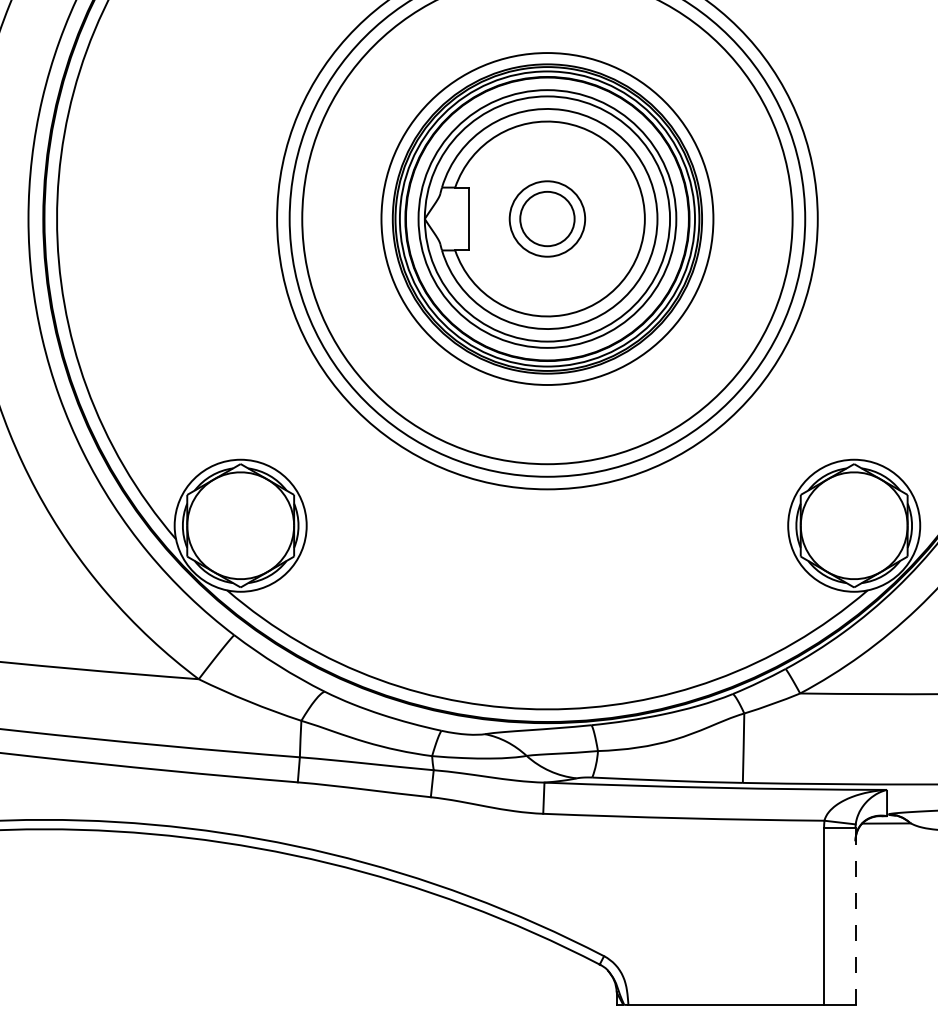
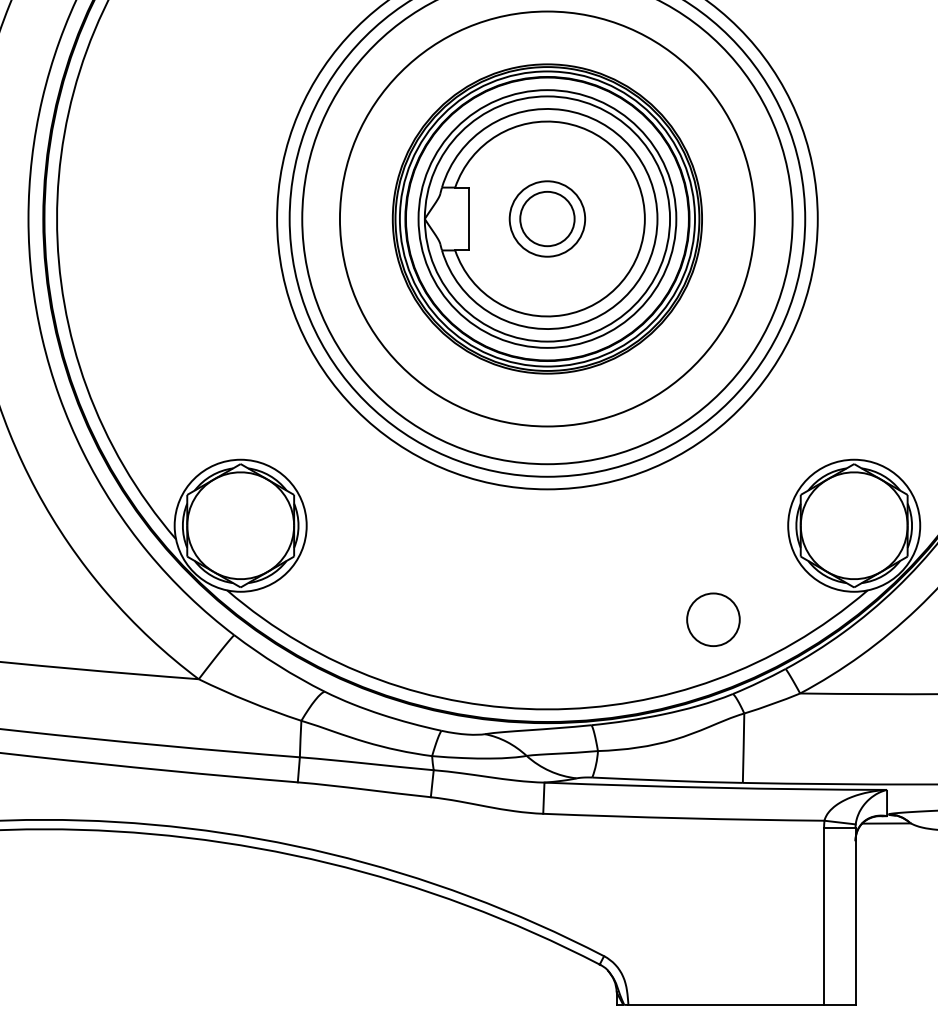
circle at (547, 219) diameter: 332 px -> 415 px
circle at (713, 619): none -> present
line at (855, 916): dashed -> solid
